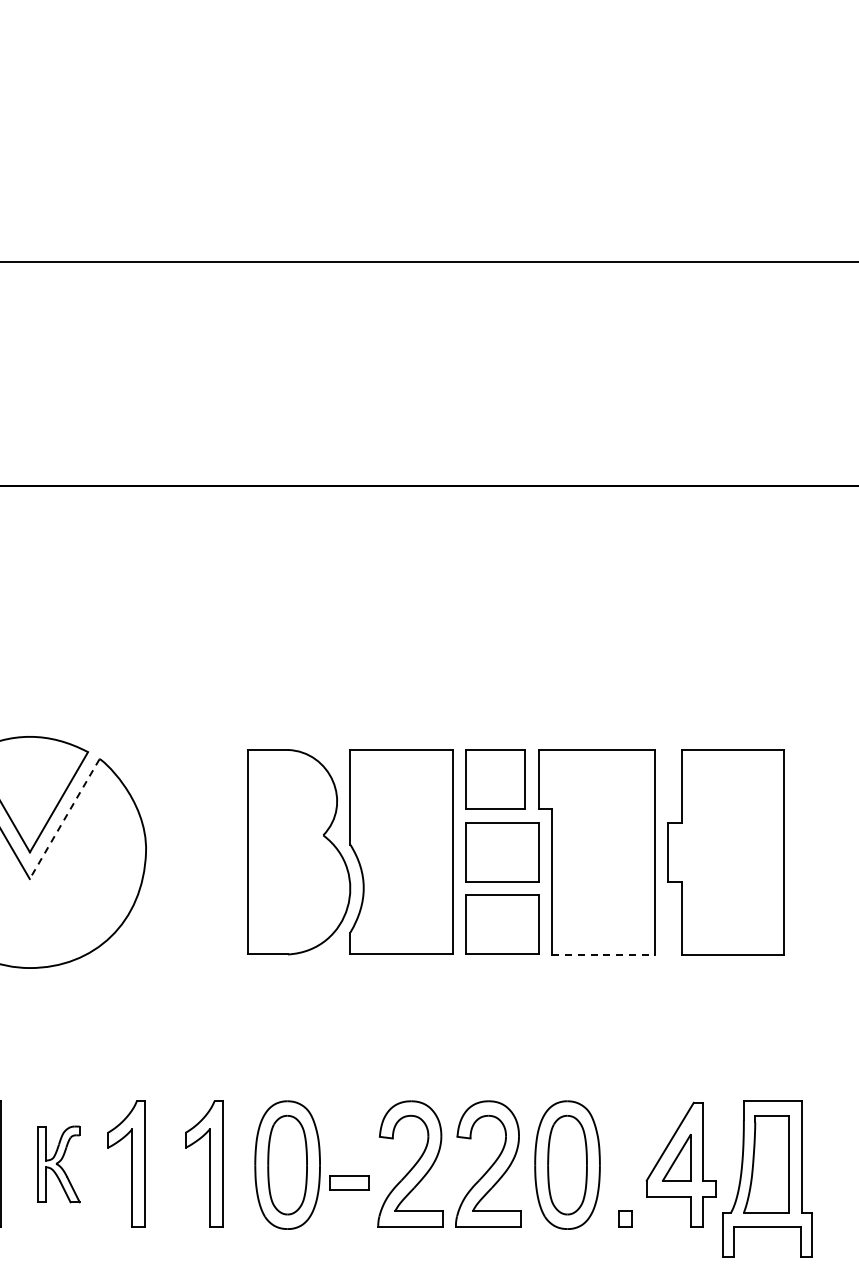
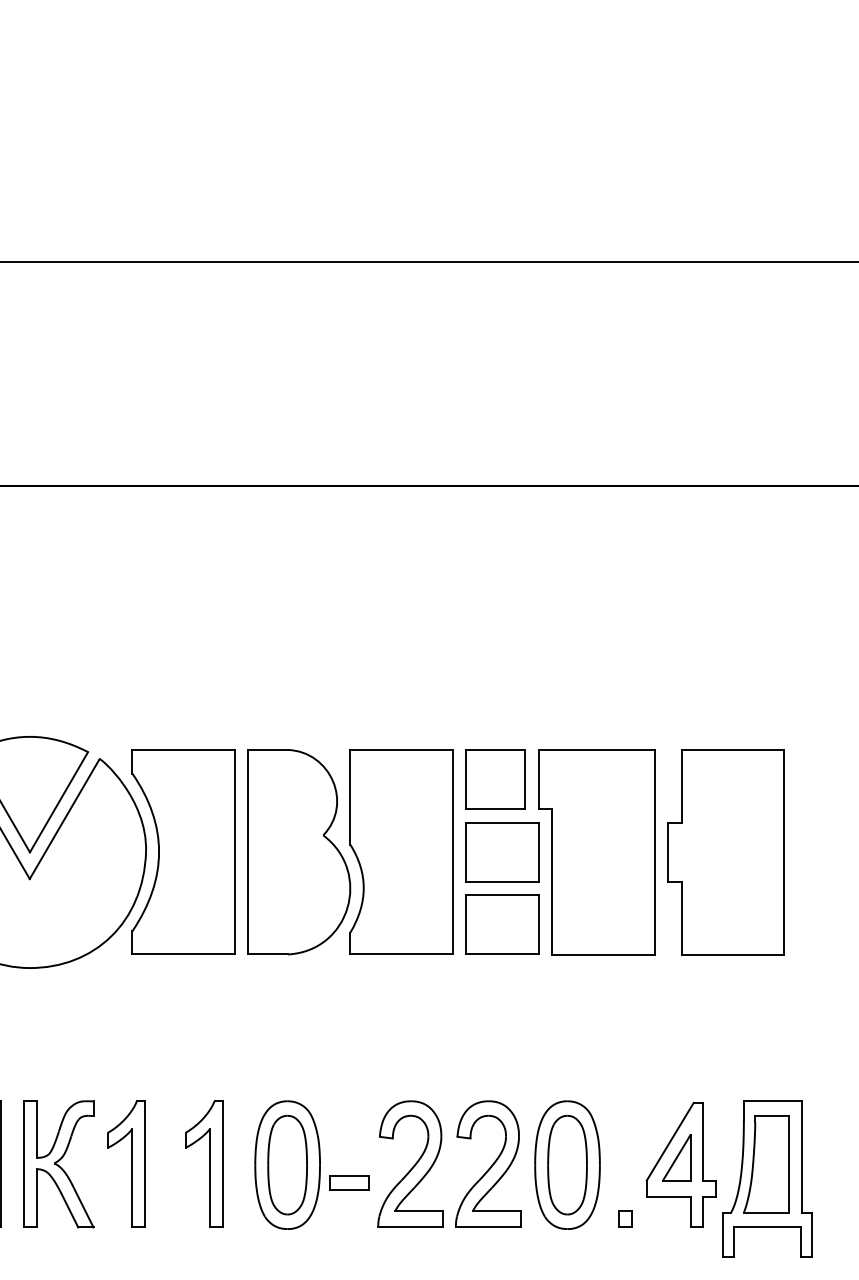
line at (64, 819): dashed -> solid
part at (183, 851): none -> present
line at (604, 954): dashed -> solid
part at (58, 1164) size: 44x79 px -> 72x129 px
